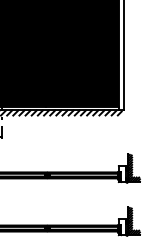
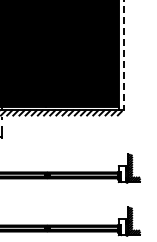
line at (123, 55): solid -> dashed
